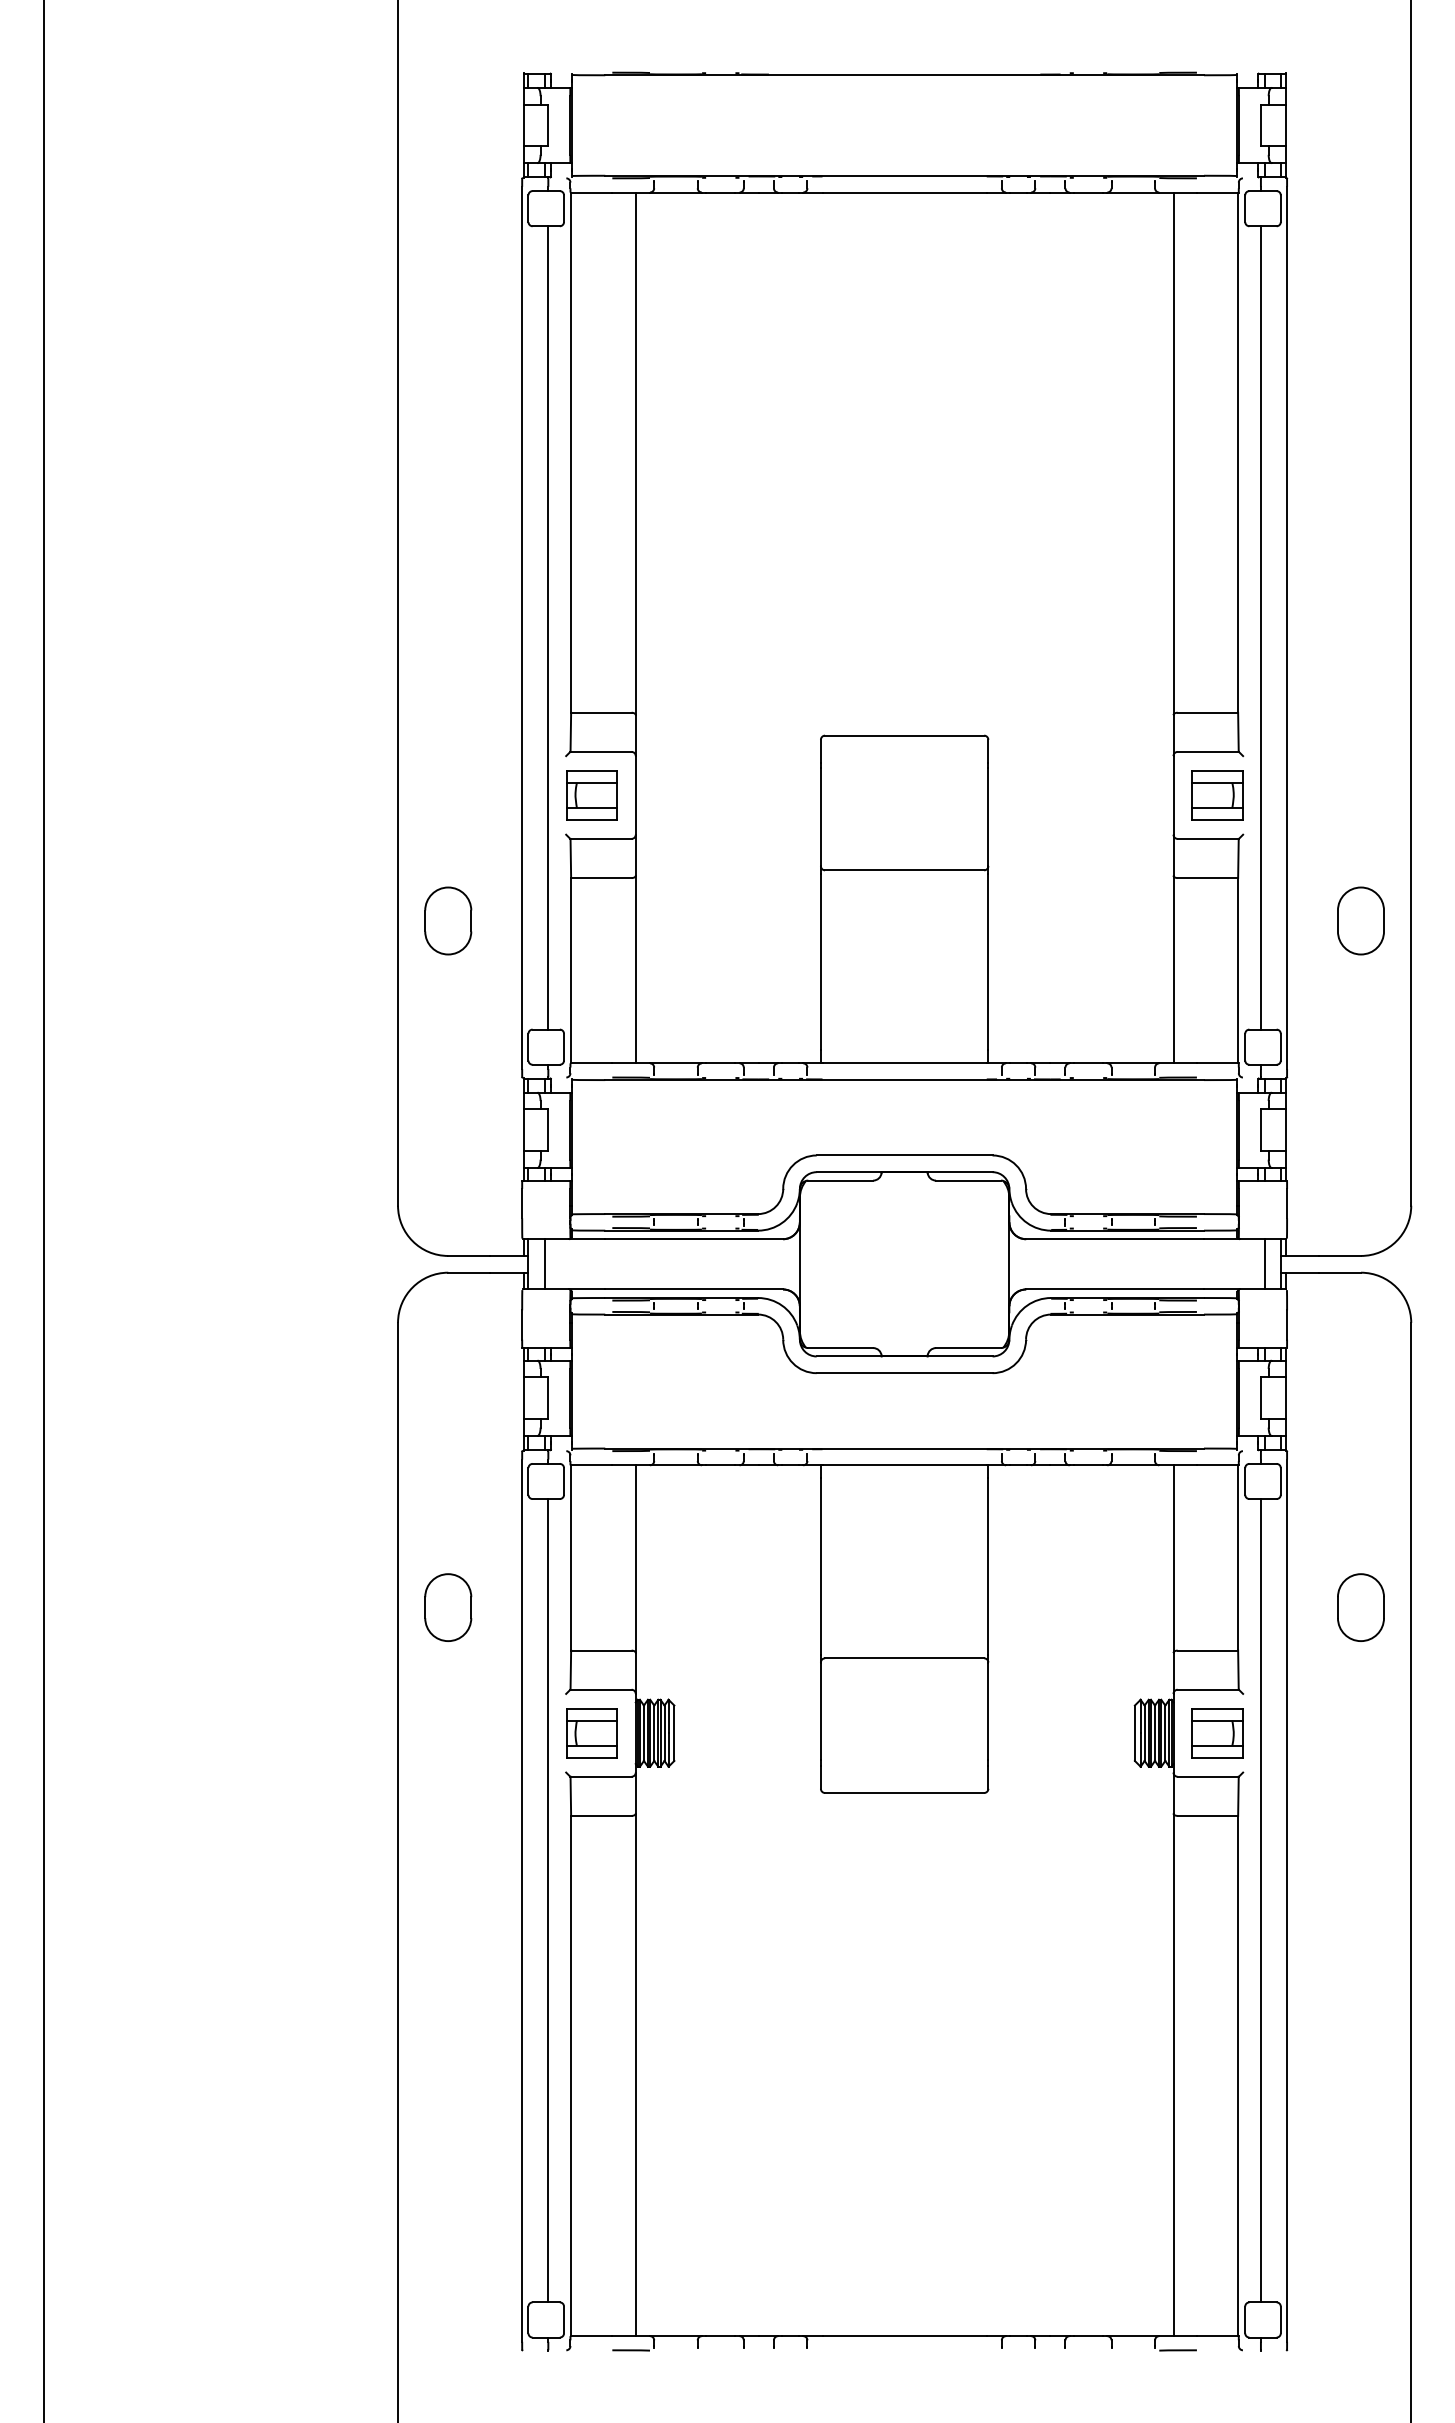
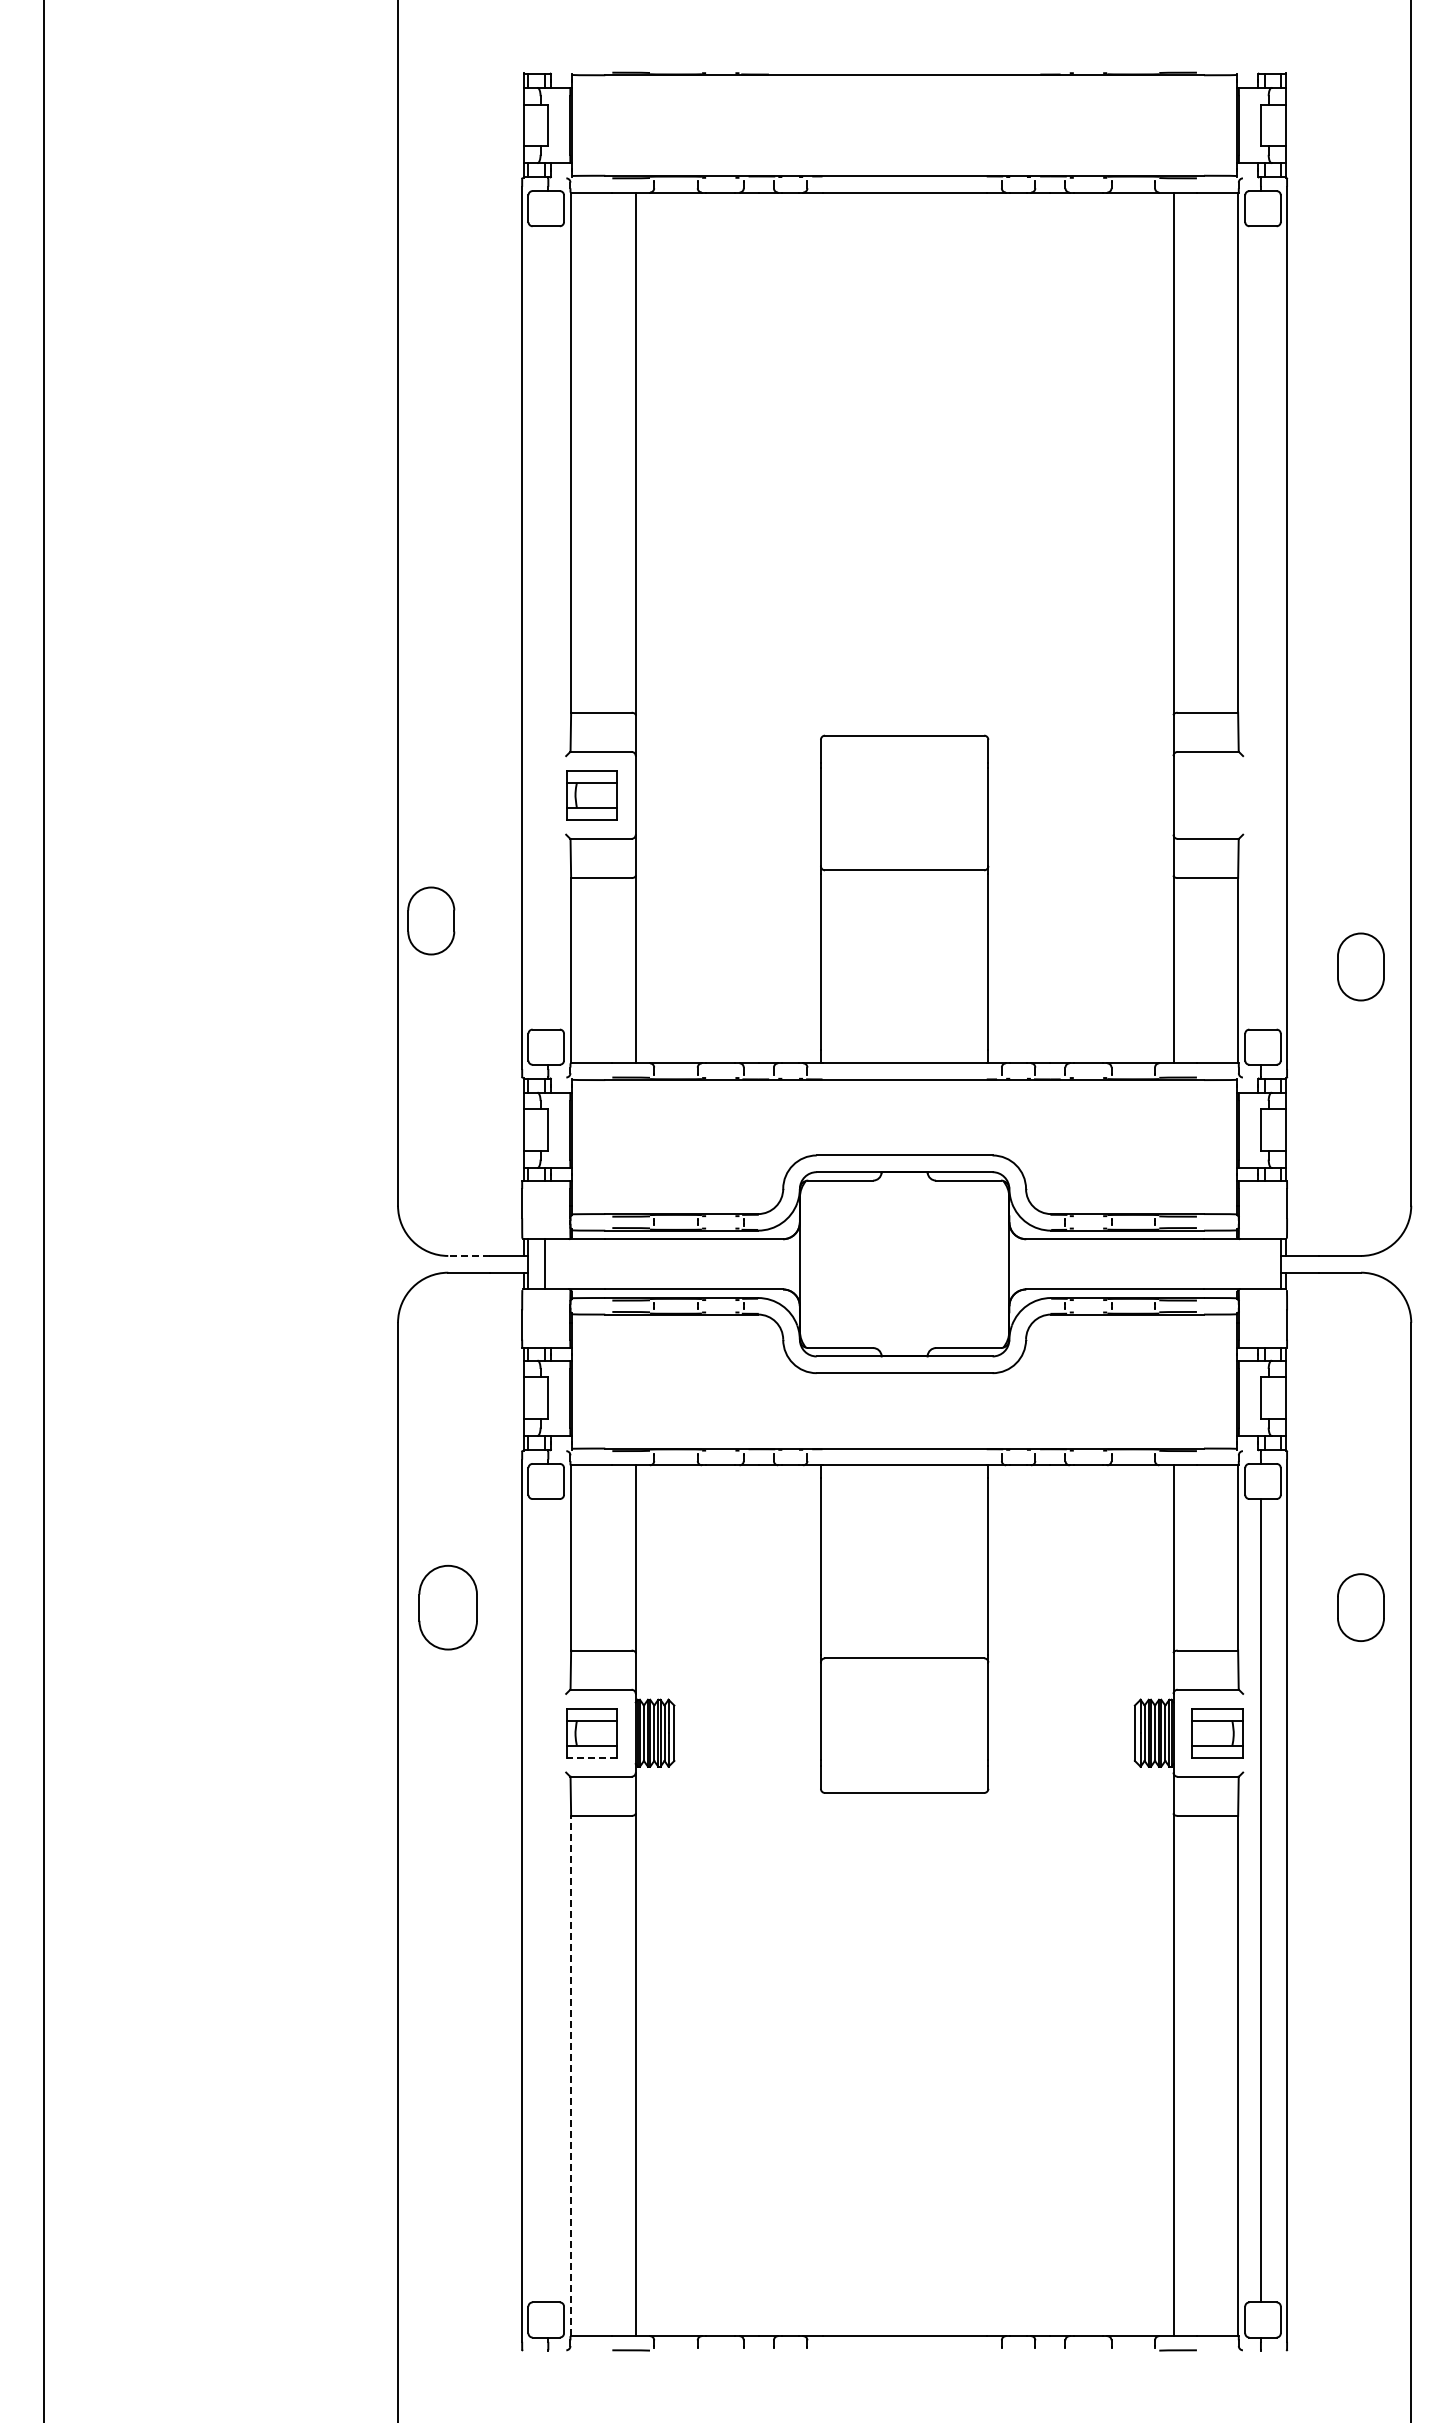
line at (548, 627): present -> none
line at (1260, 627): present -> none
part at (1217, 795): present -> none
part at (448, 920) position: (448, 920) -> (431, 920)
part at (1360, 920) position: (1360, 920) -> (1360, 966)
line at (469, 1255): solid -> dashed
line at (1264, 1264): present -> none
part at (448, 1607) size: 49x69 px -> 60x87 px
line at (591, 1757): solid -> dashed
line at (548, 1900): present -> none
line at (571, 2075): solid -> dashed
